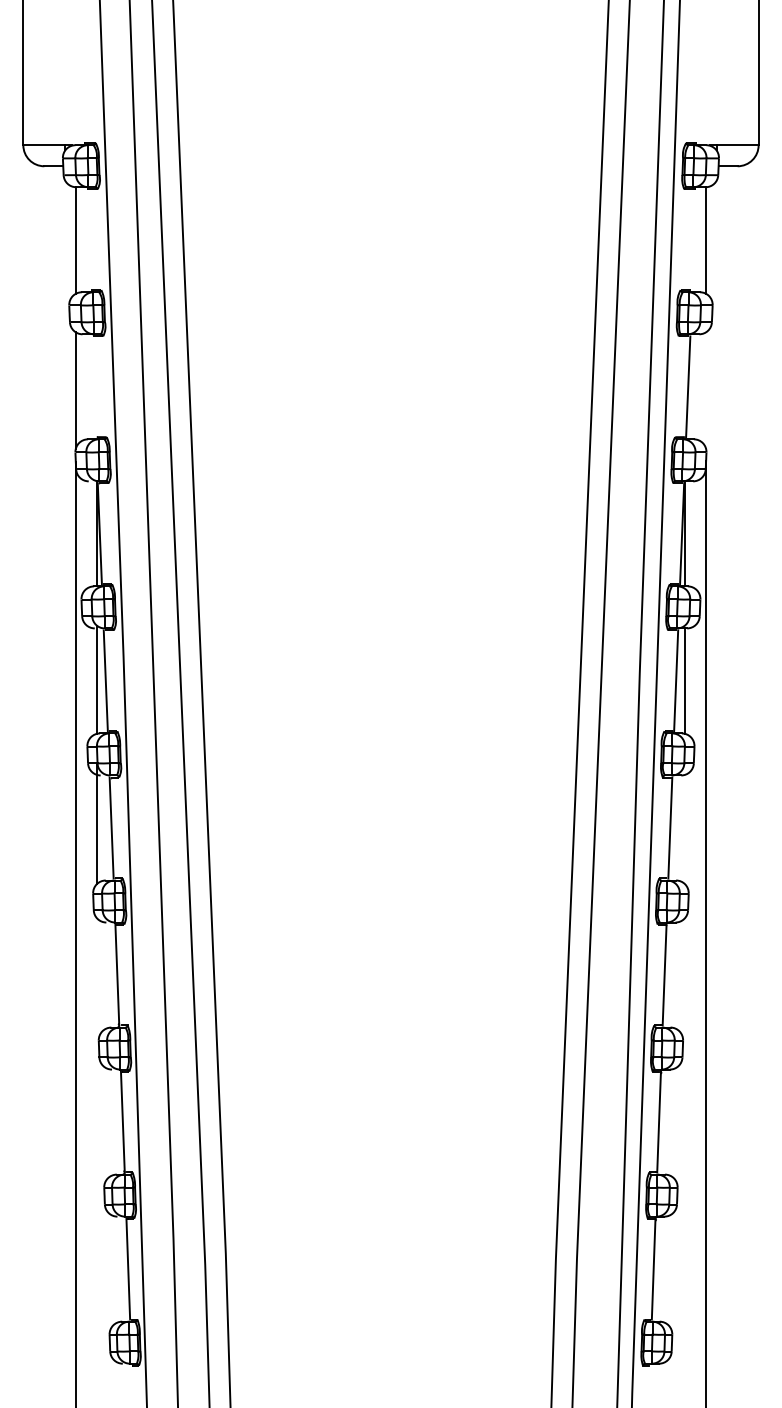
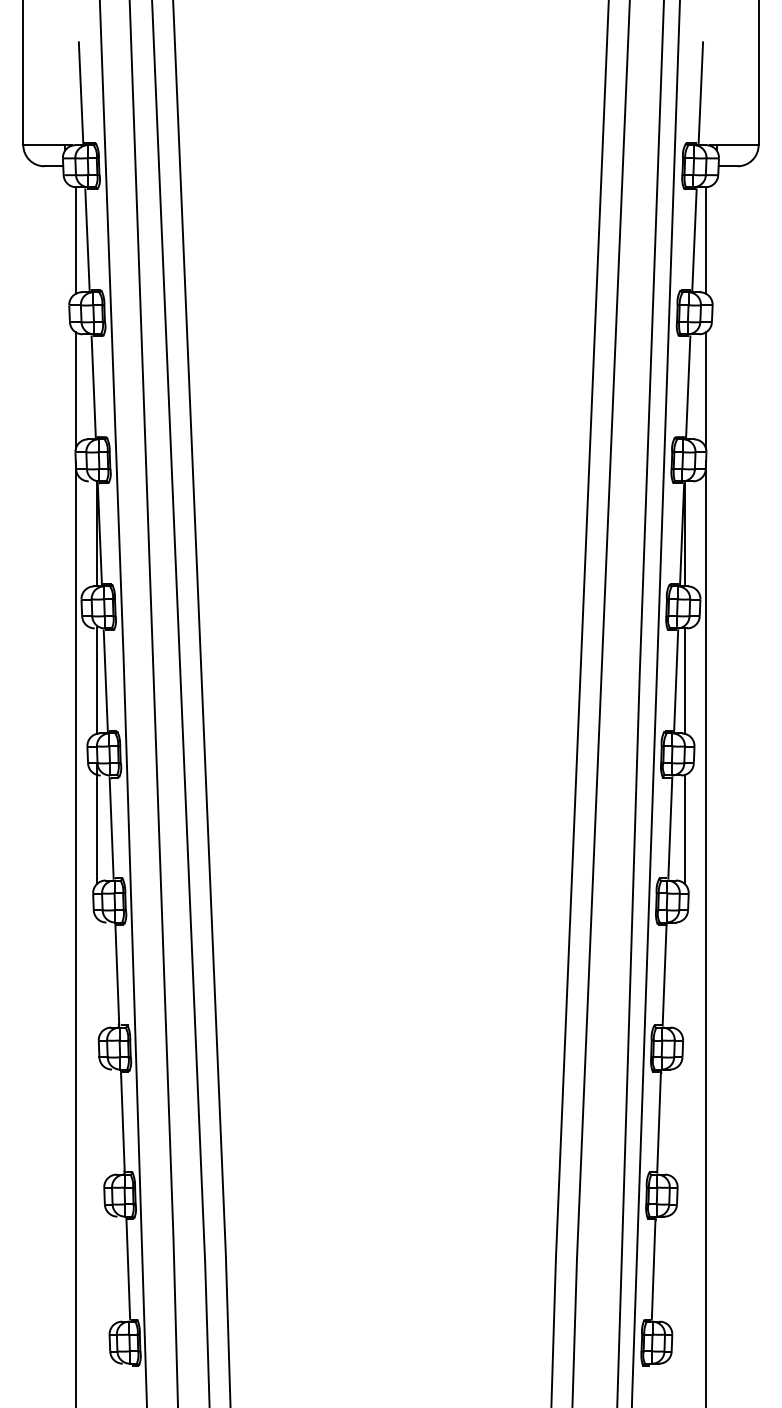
line at (80, 92): none -> present
line at (700, 92): none -> present
line at (87, 239): none -> present
line at (694, 239): none -> present
line at (93, 386): none -> present
line at (706, 390): none -> present
line at (685, 829): none -> present
